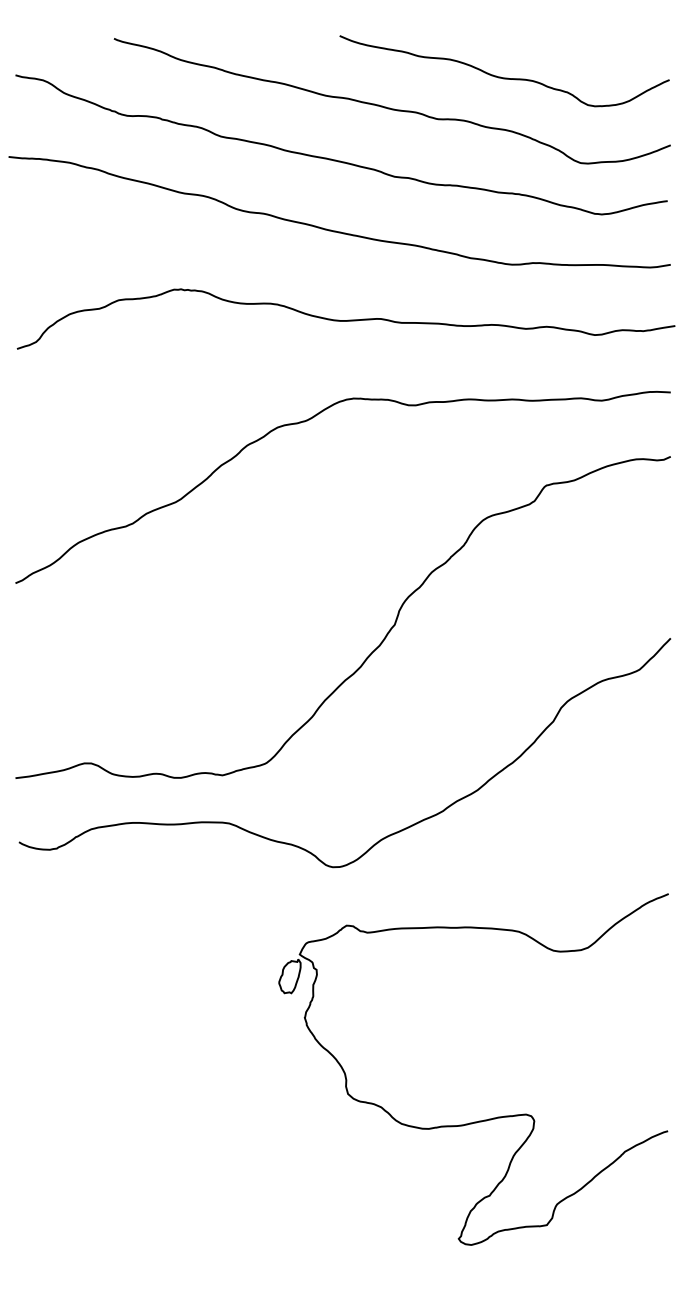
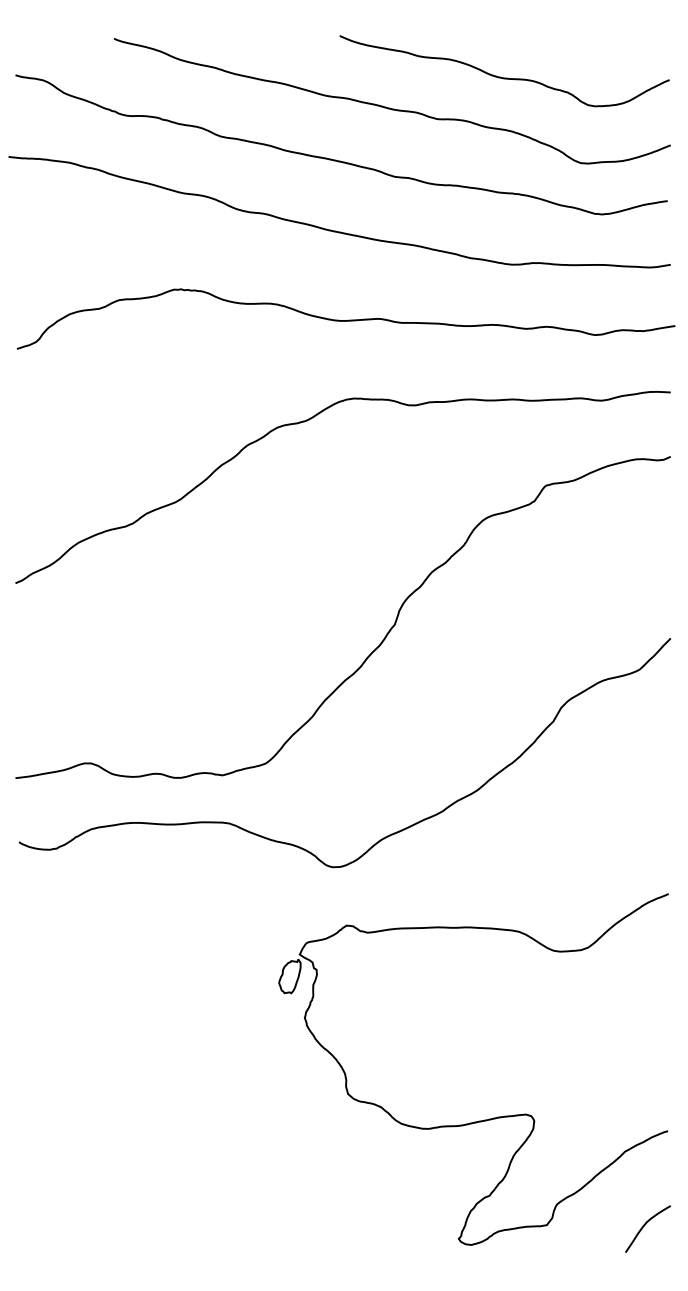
curve at (645, 1225): none -> present
